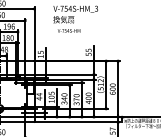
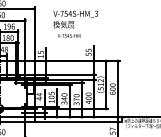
text at (75, 18) position: (75, 18) -> (75, 23)
